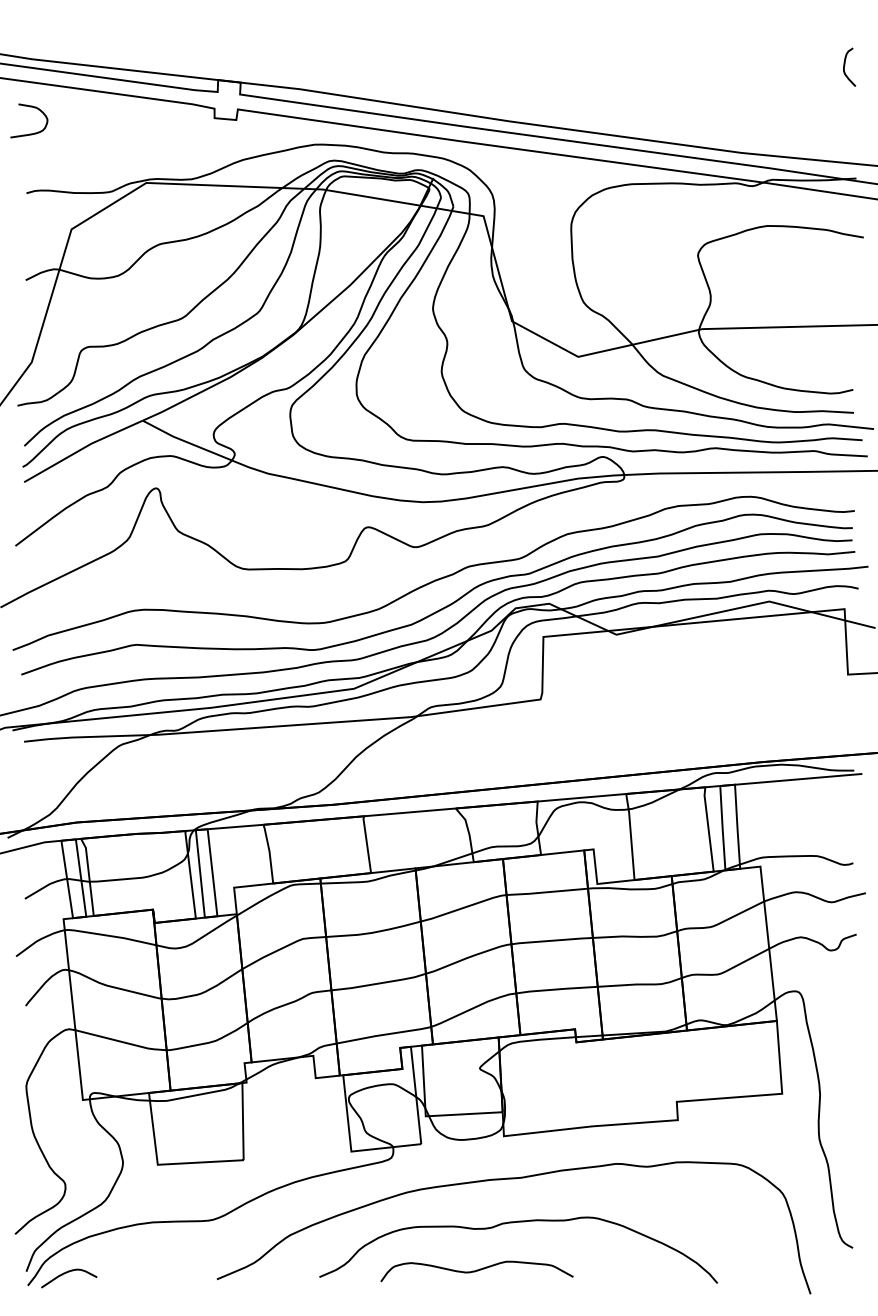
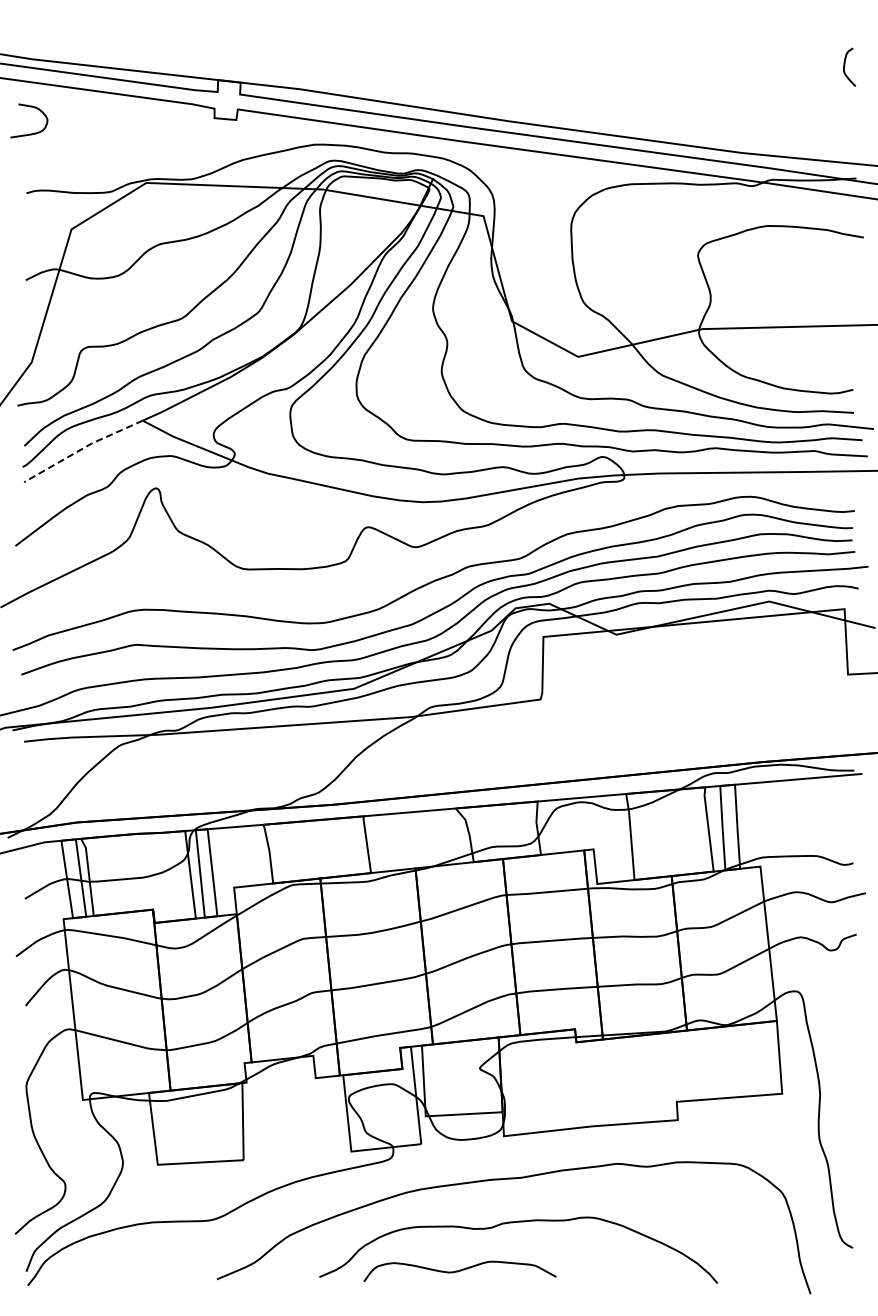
line at (83, 448): solid -> dashed
curve at (476, 1271) position: (476, 1271) -> (459, 1271)
curve at (67, 1273): present -> none
